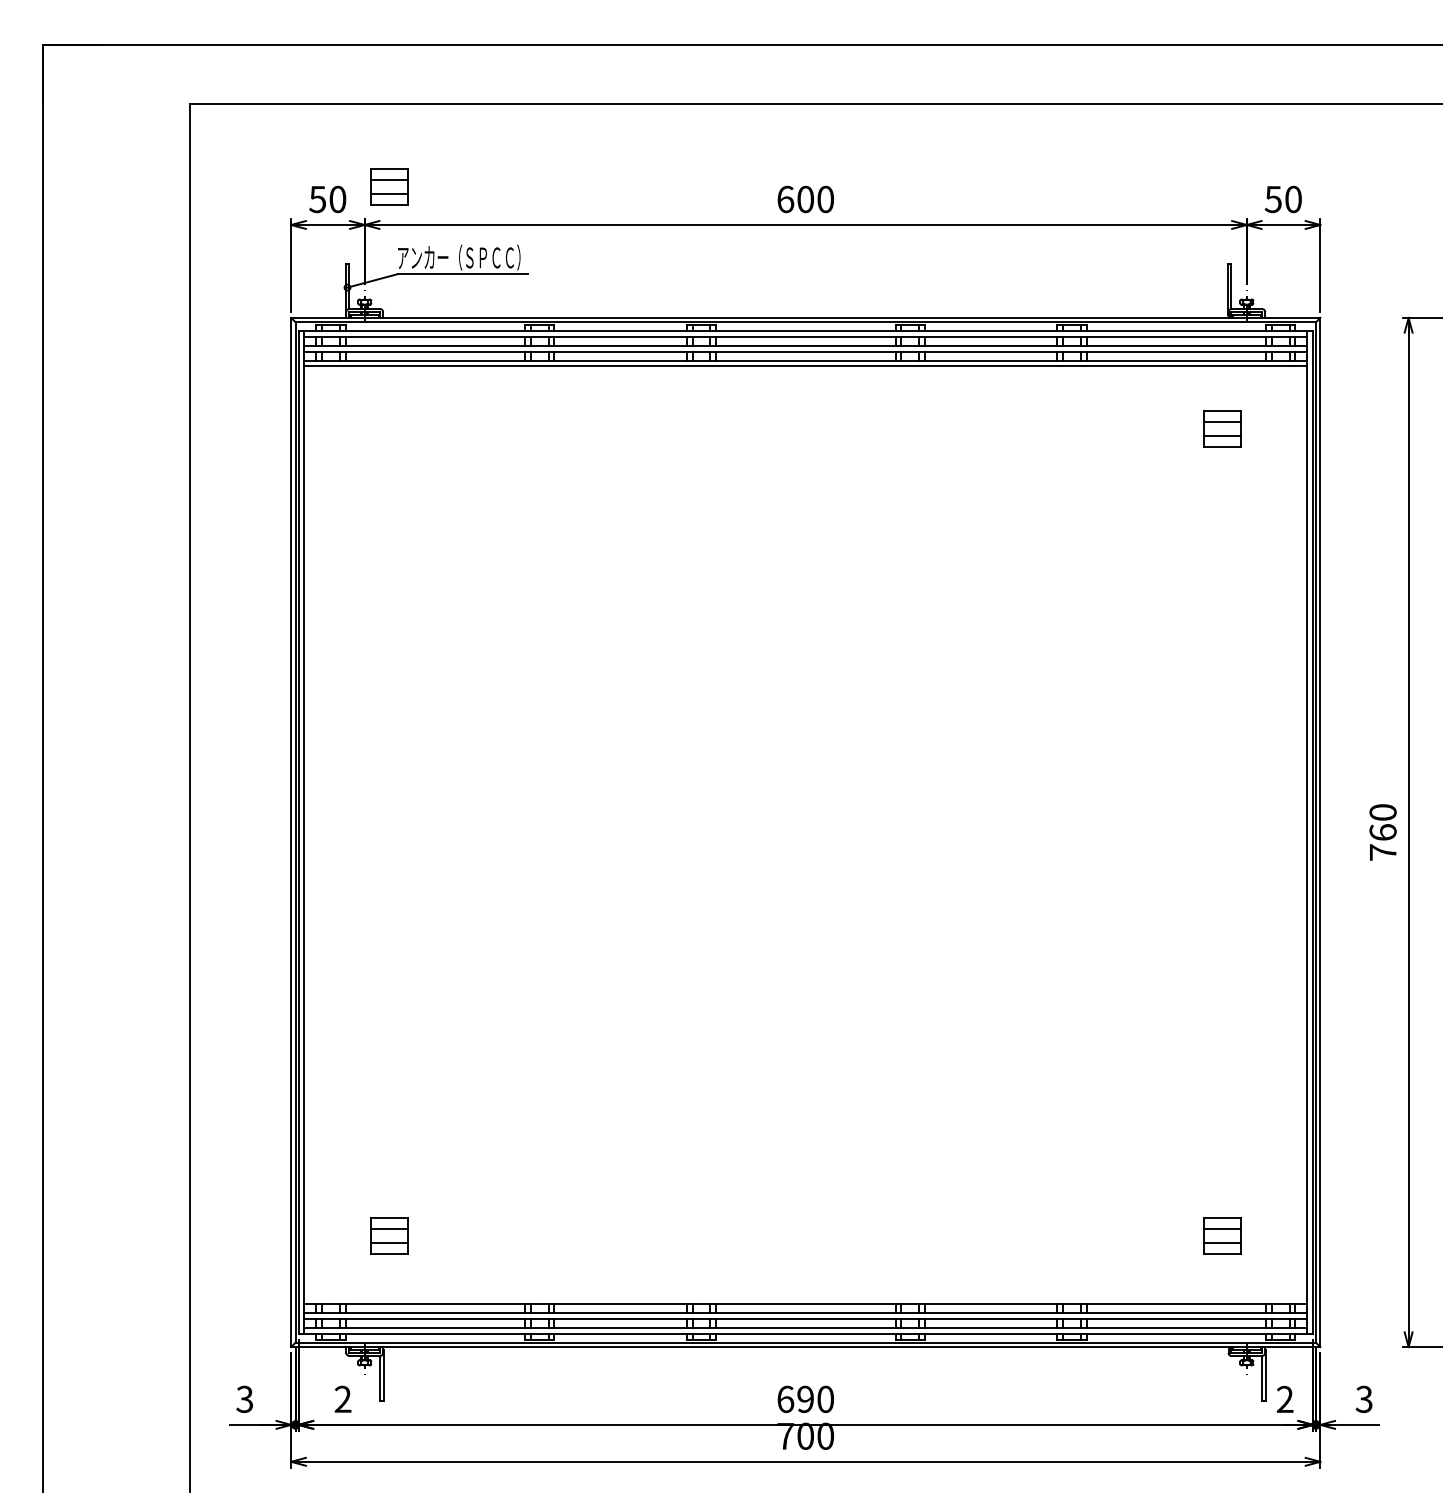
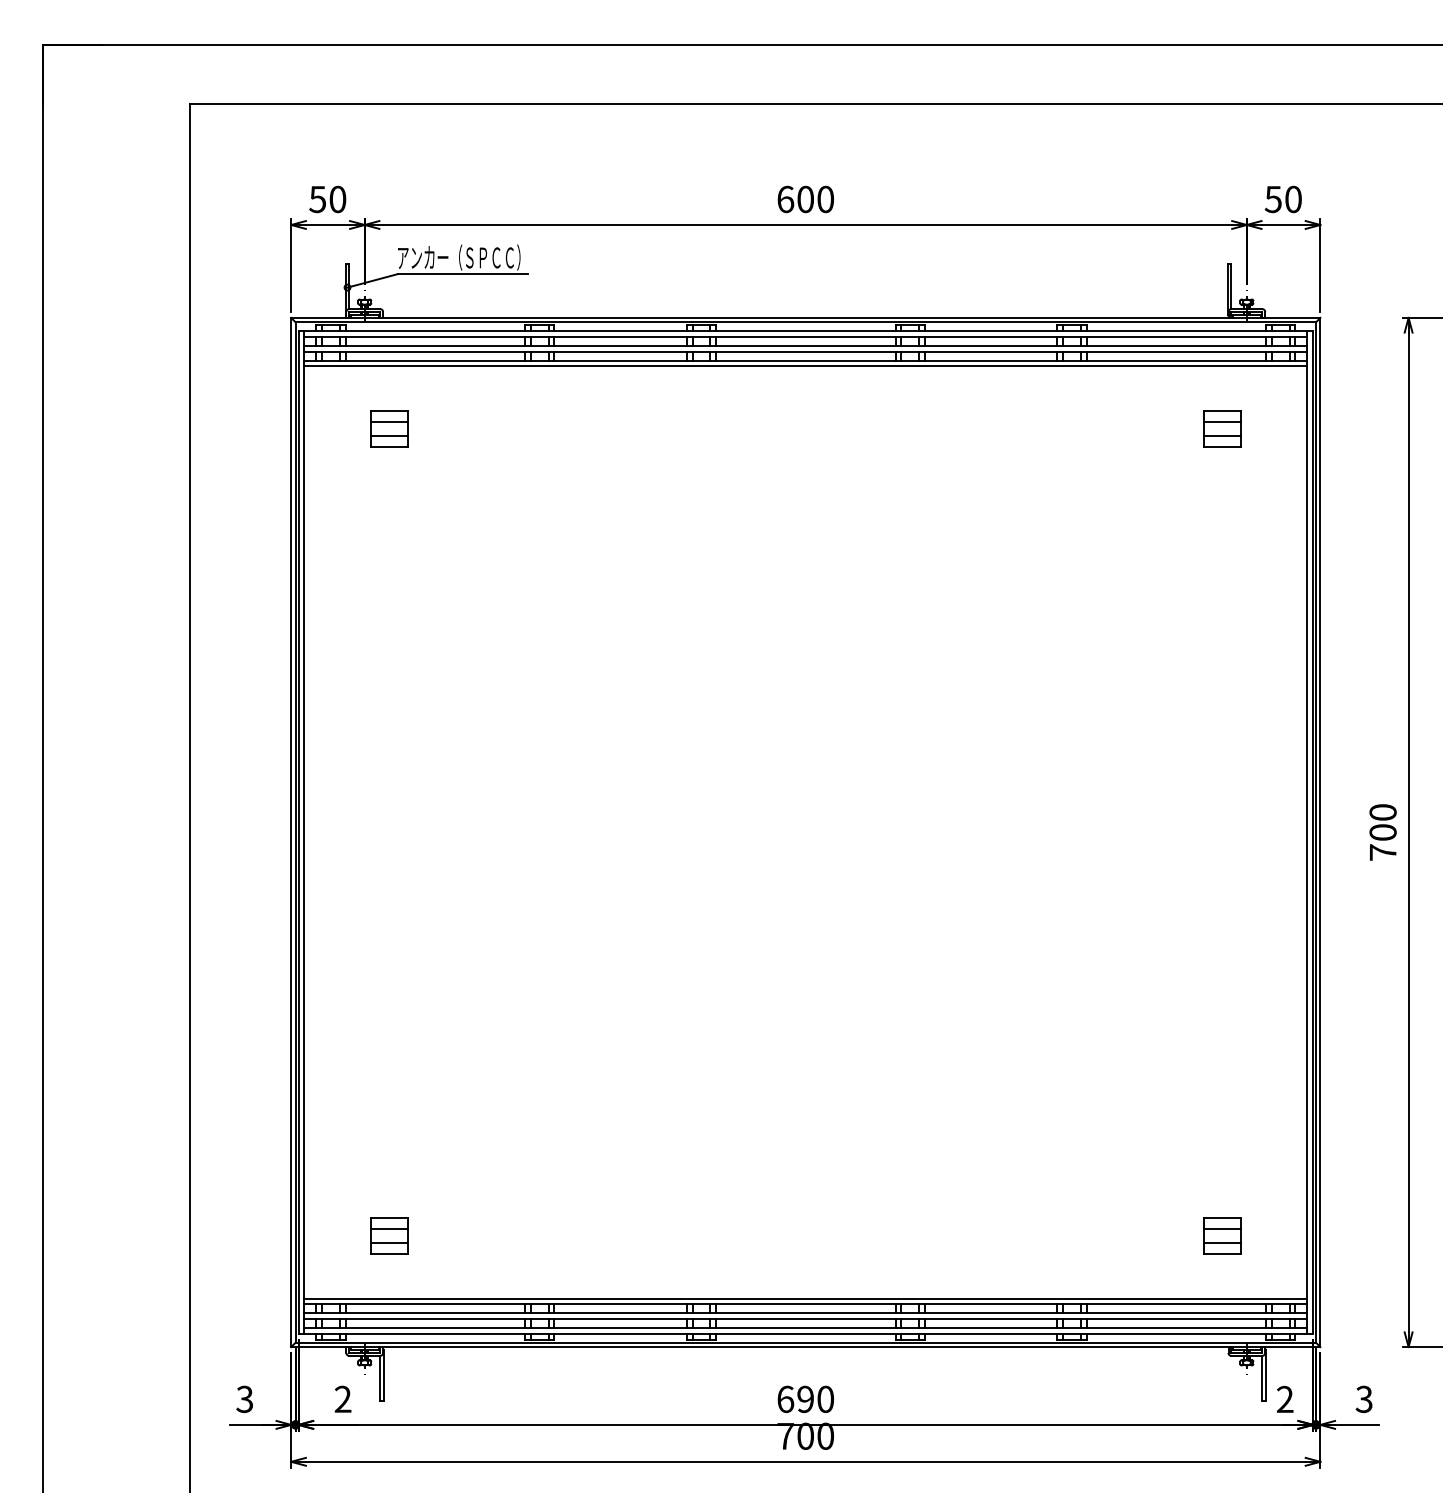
part at (389, 186) position: (389, 186) -> (389, 428)
text at (1382, 832): 760 -> 700
line at (805, 1298): none -> present
